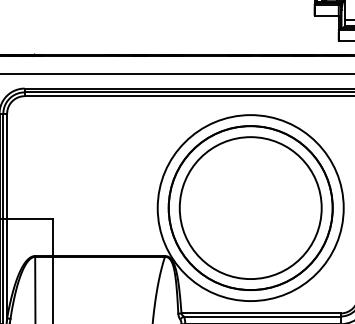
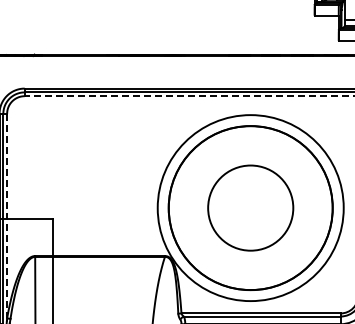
line at (176, 73): present -> none
line at (189, 96): solid -> dashed
circle at (250, 208) diameter: 142 px -> 85 px
line at (7, 216): solid -> dashed
